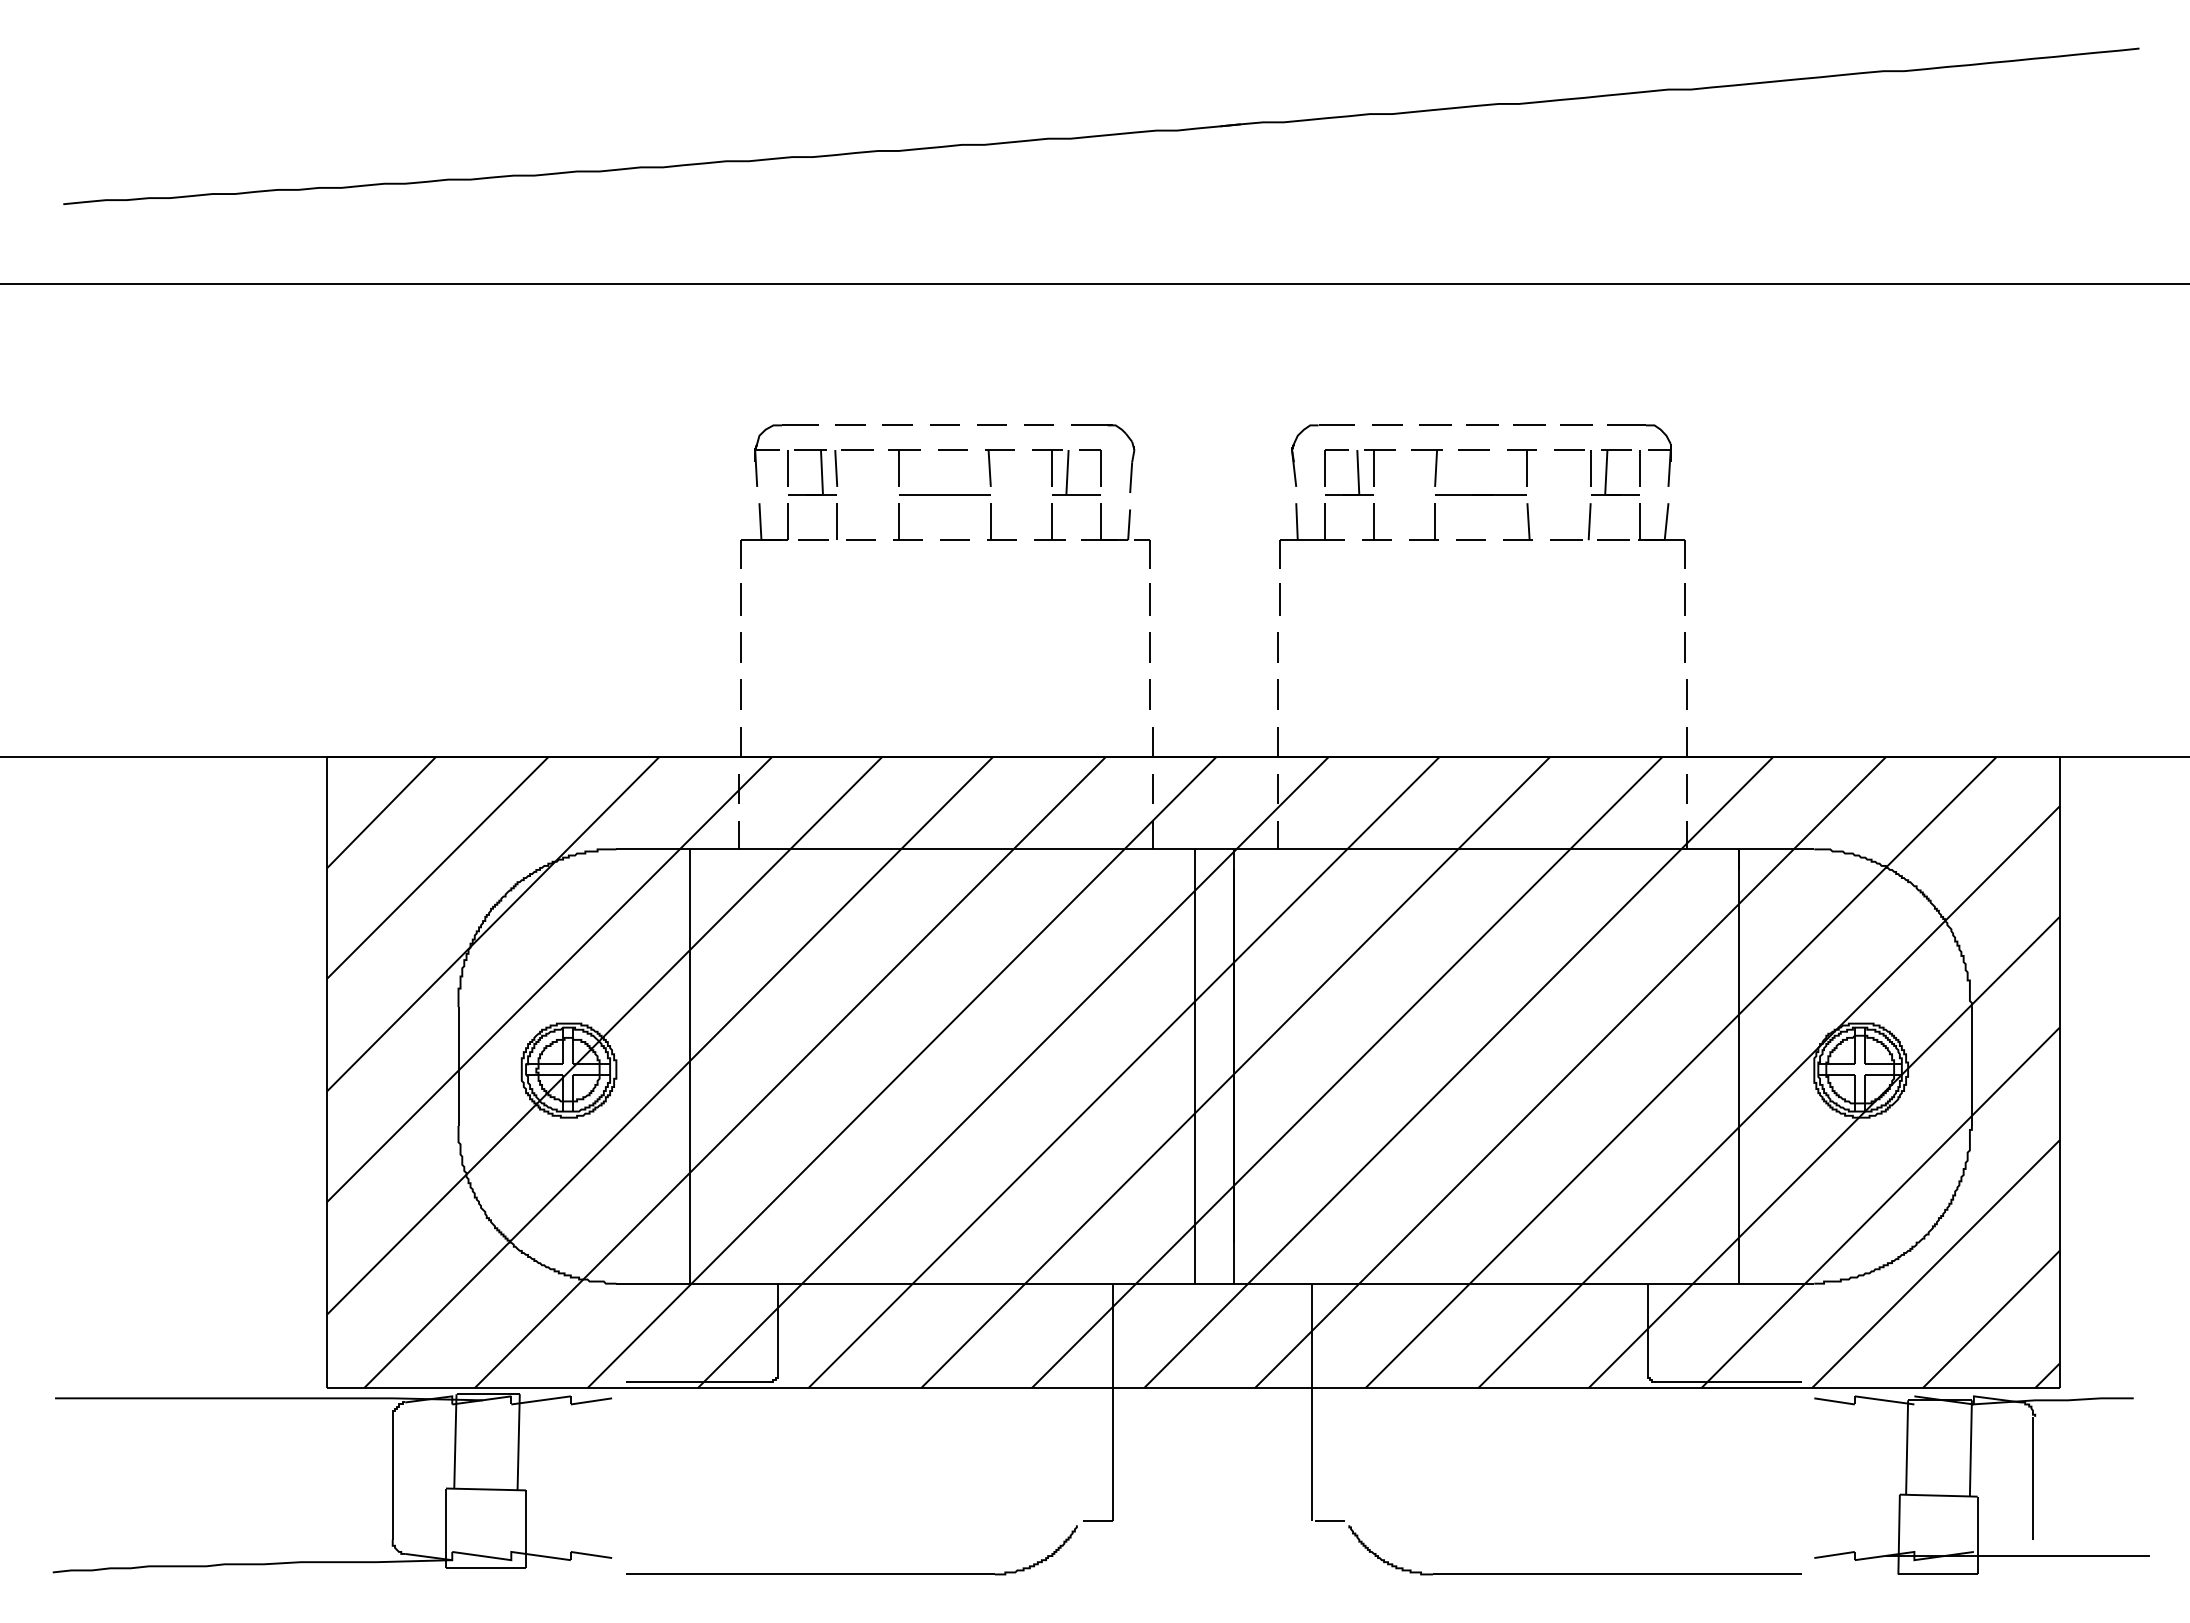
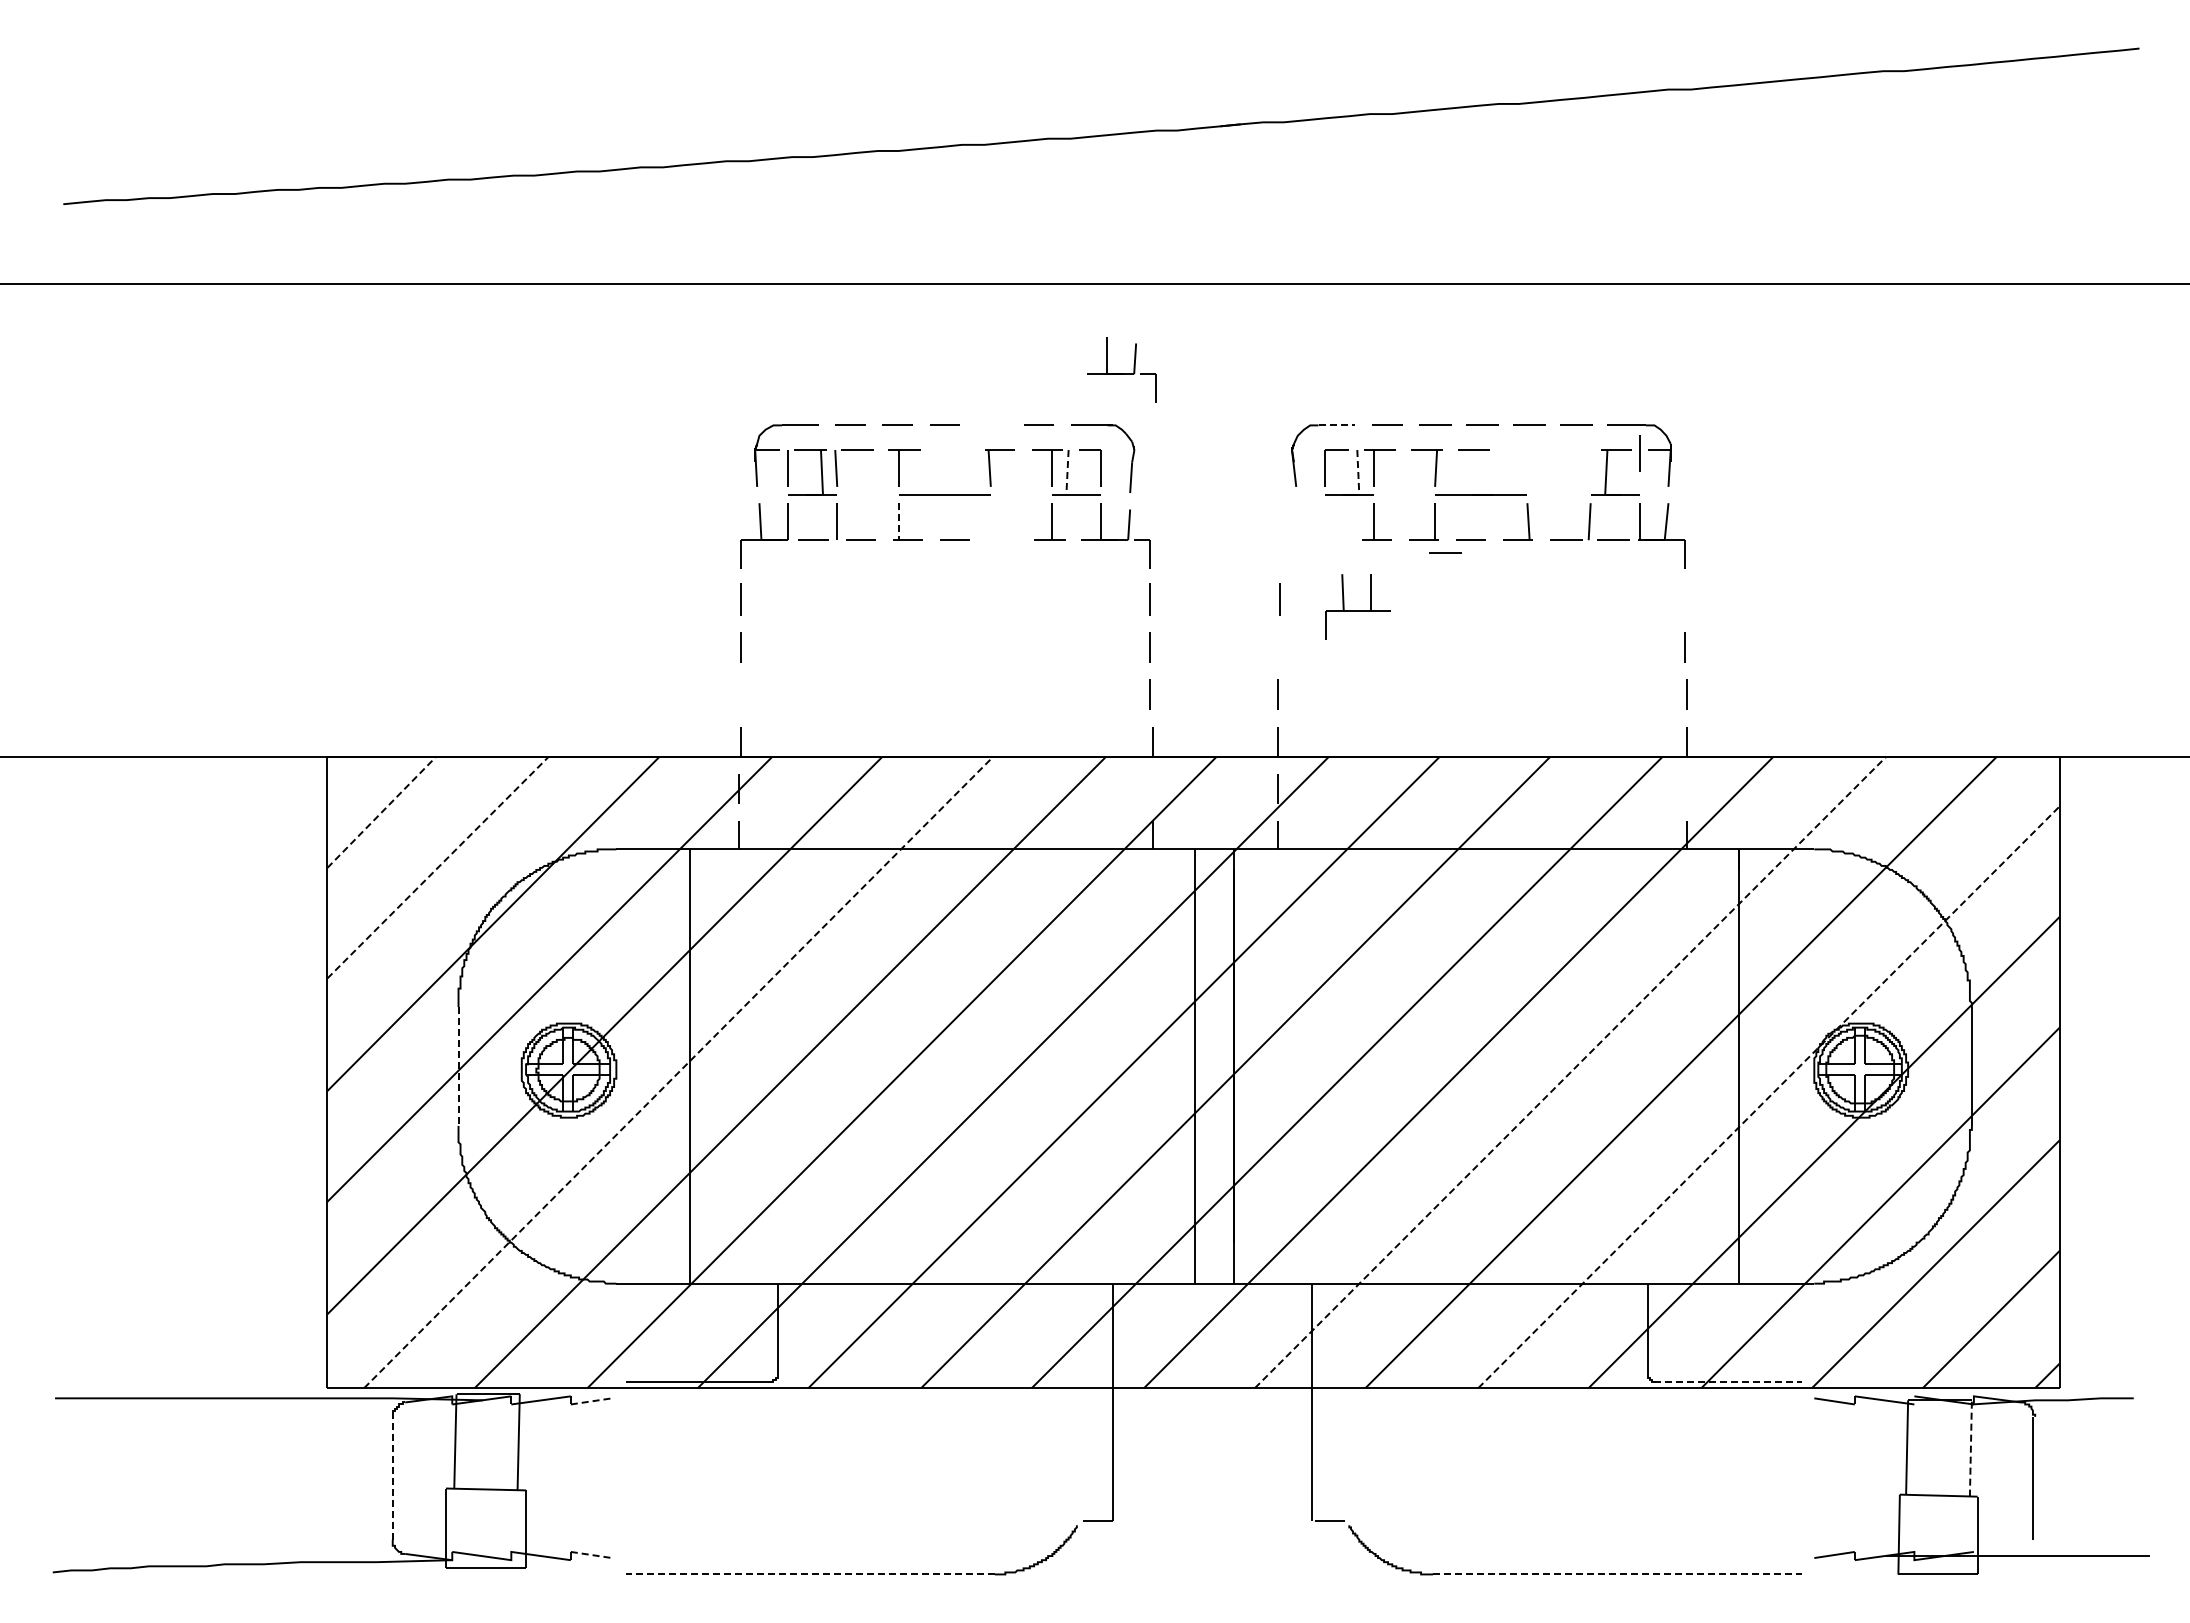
part at (1121, 369): none -> present
line at (991, 424): present -> none
line at (1337, 425): solid -> dashed
line at (952, 449): present -> none
part at (1572, 450): present -> none
part at (1521, 467): present -> none
line at (1639, 468) position: (1639, 468) -> (1639, 453)
line at (1067, 472): solid -> dashed
line at (1358, 472): solid -> dashed
line at (898, 521): solid -> dashed
part at (991, 521): present -> none
part at (1311, 535) position: (1311, 535) -> (1357, 606)
line at (1445, 552): none -> present
line at (1684, 599): present -> none
line at (1277, 647): present -> none
line at (740, 694): present -> none
line at (1152, 788): present -> none
line at (1686, 788): present -> none
line at (381, 812): solid -> dashed
line at (438, 867): solid -> dashed
line at (458, 1067): solid -> dashed
line at (678, 1072): solid -> dashed
line at (1570, 1072): solid -> dashed
line at (1769, 1096): solid -> dashed
line at (1728, 1381): solid -> dashed
line at (591, 1401): solid -> dashed
line at (1970, 1448): solid -> dashed
line at (392, 1477): solid -> dashed
line at (591, 1555): solid -> dashed
line at (809, 1574): solid -> dashed
line at (1617, 1574): solid -> dashed
